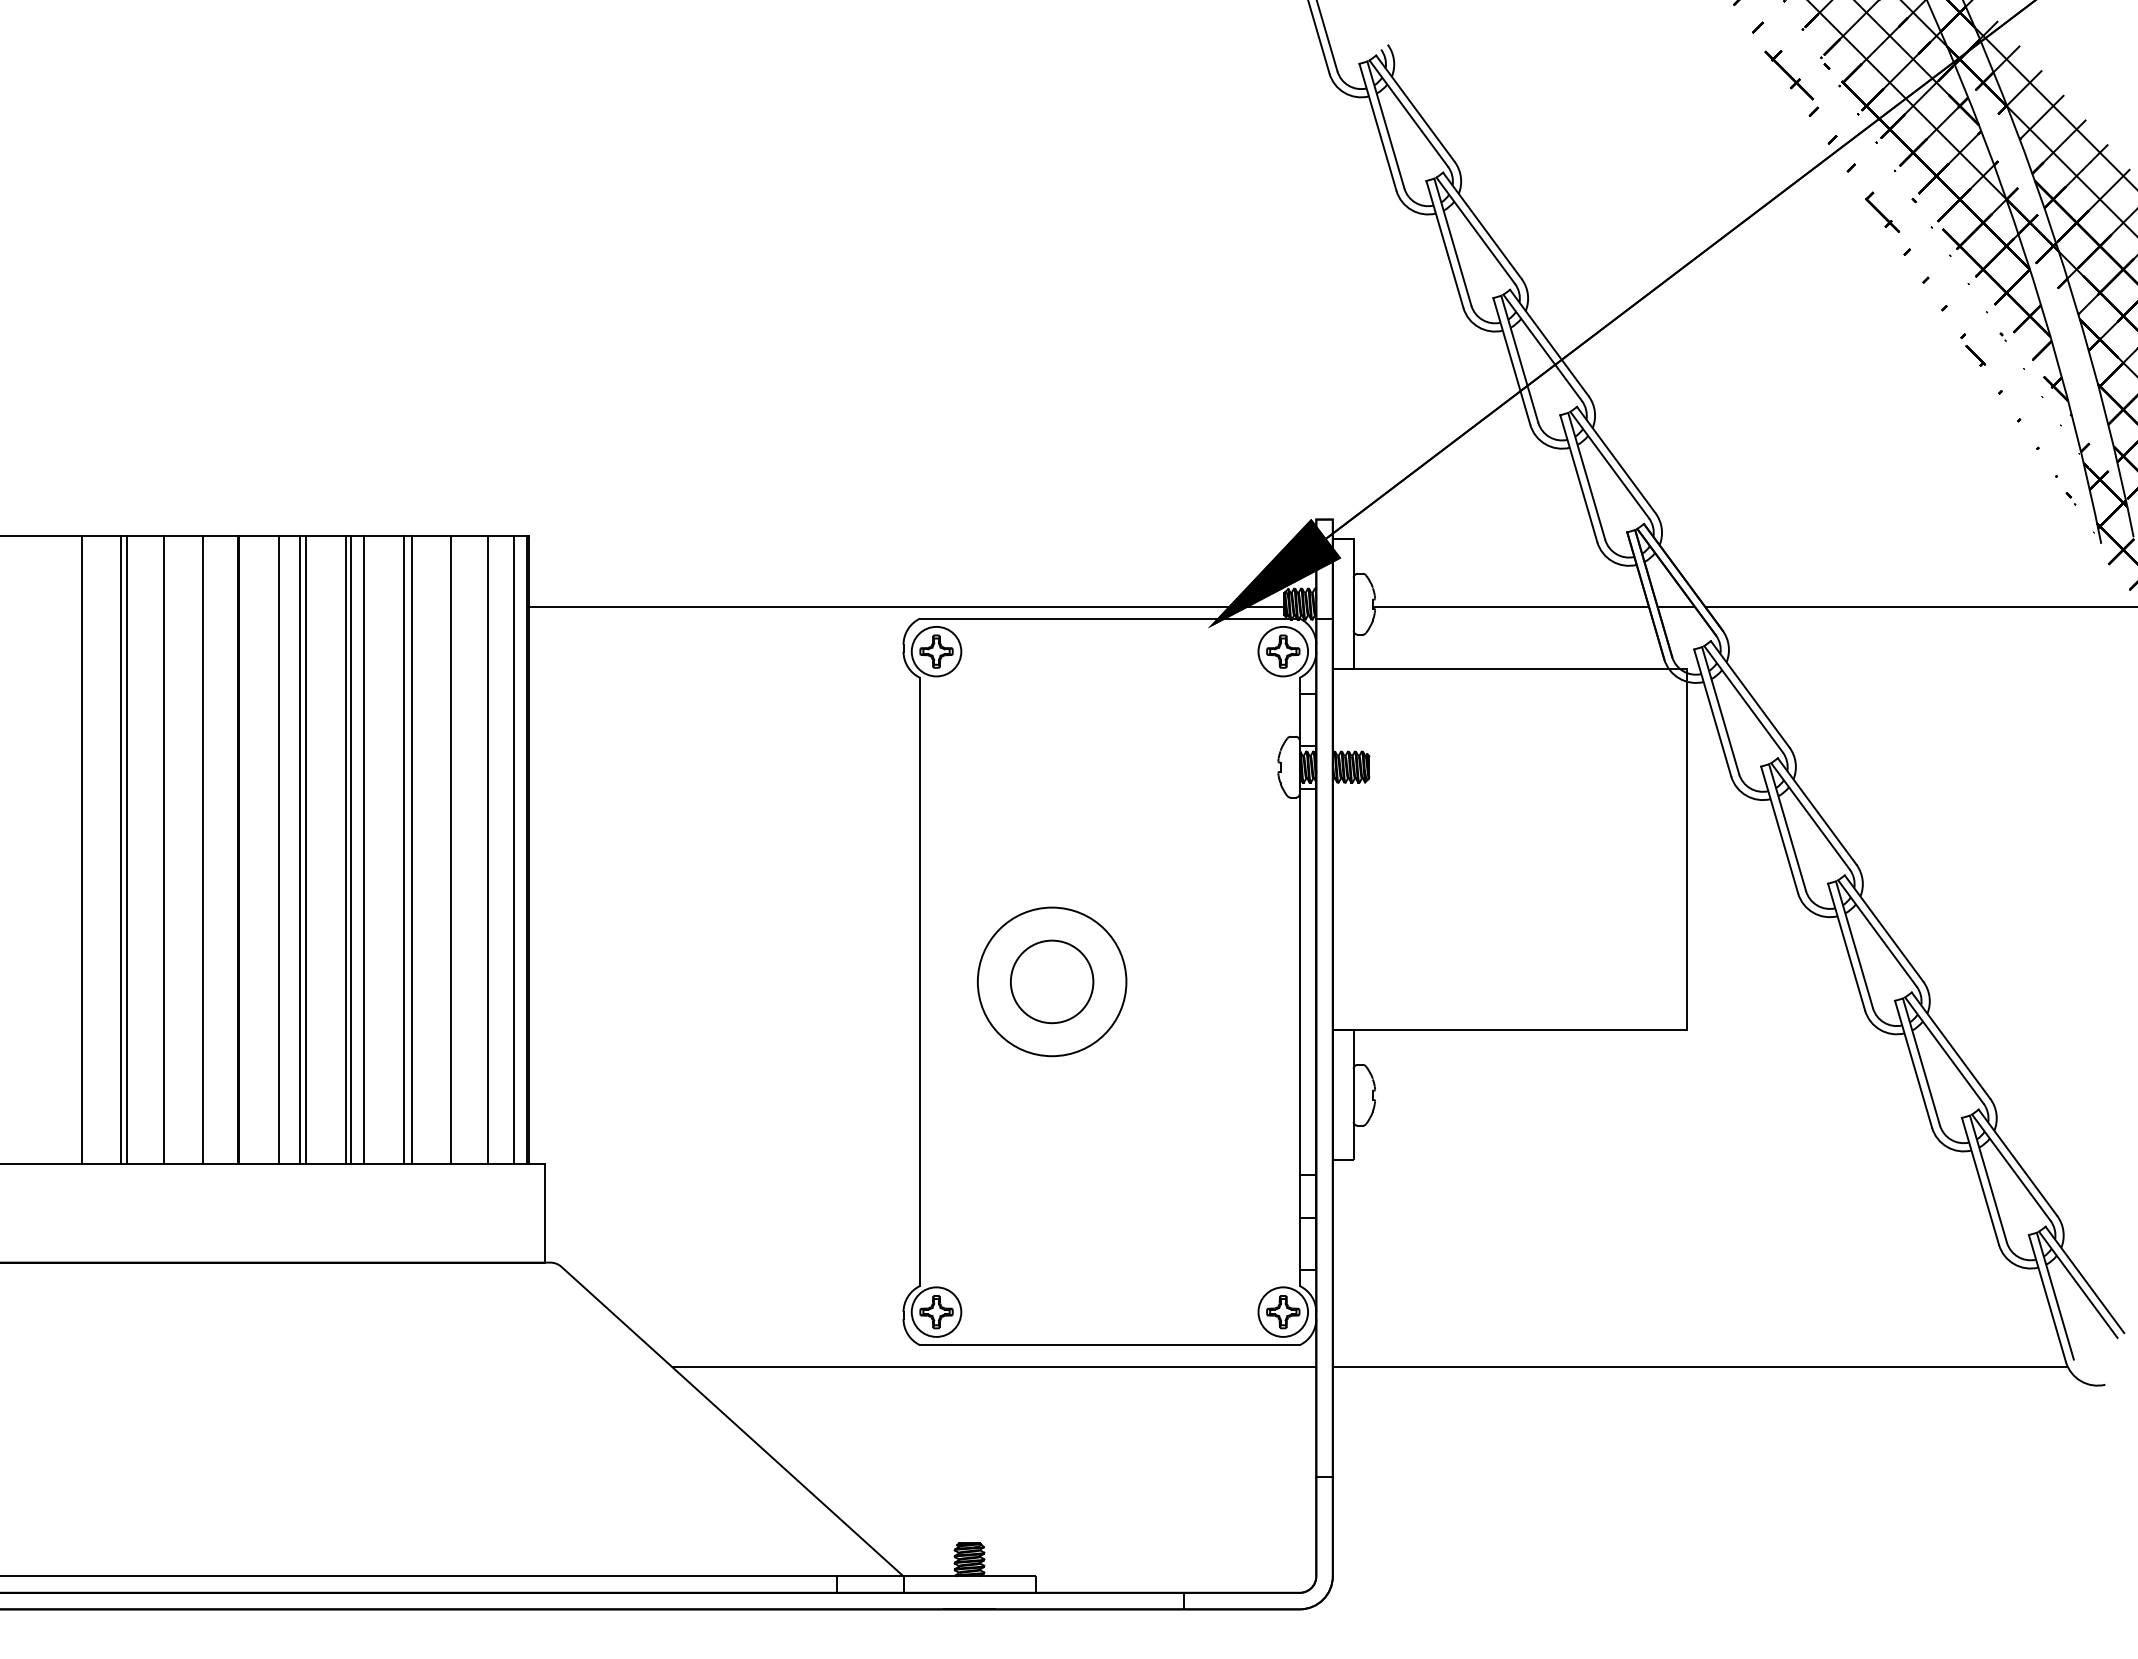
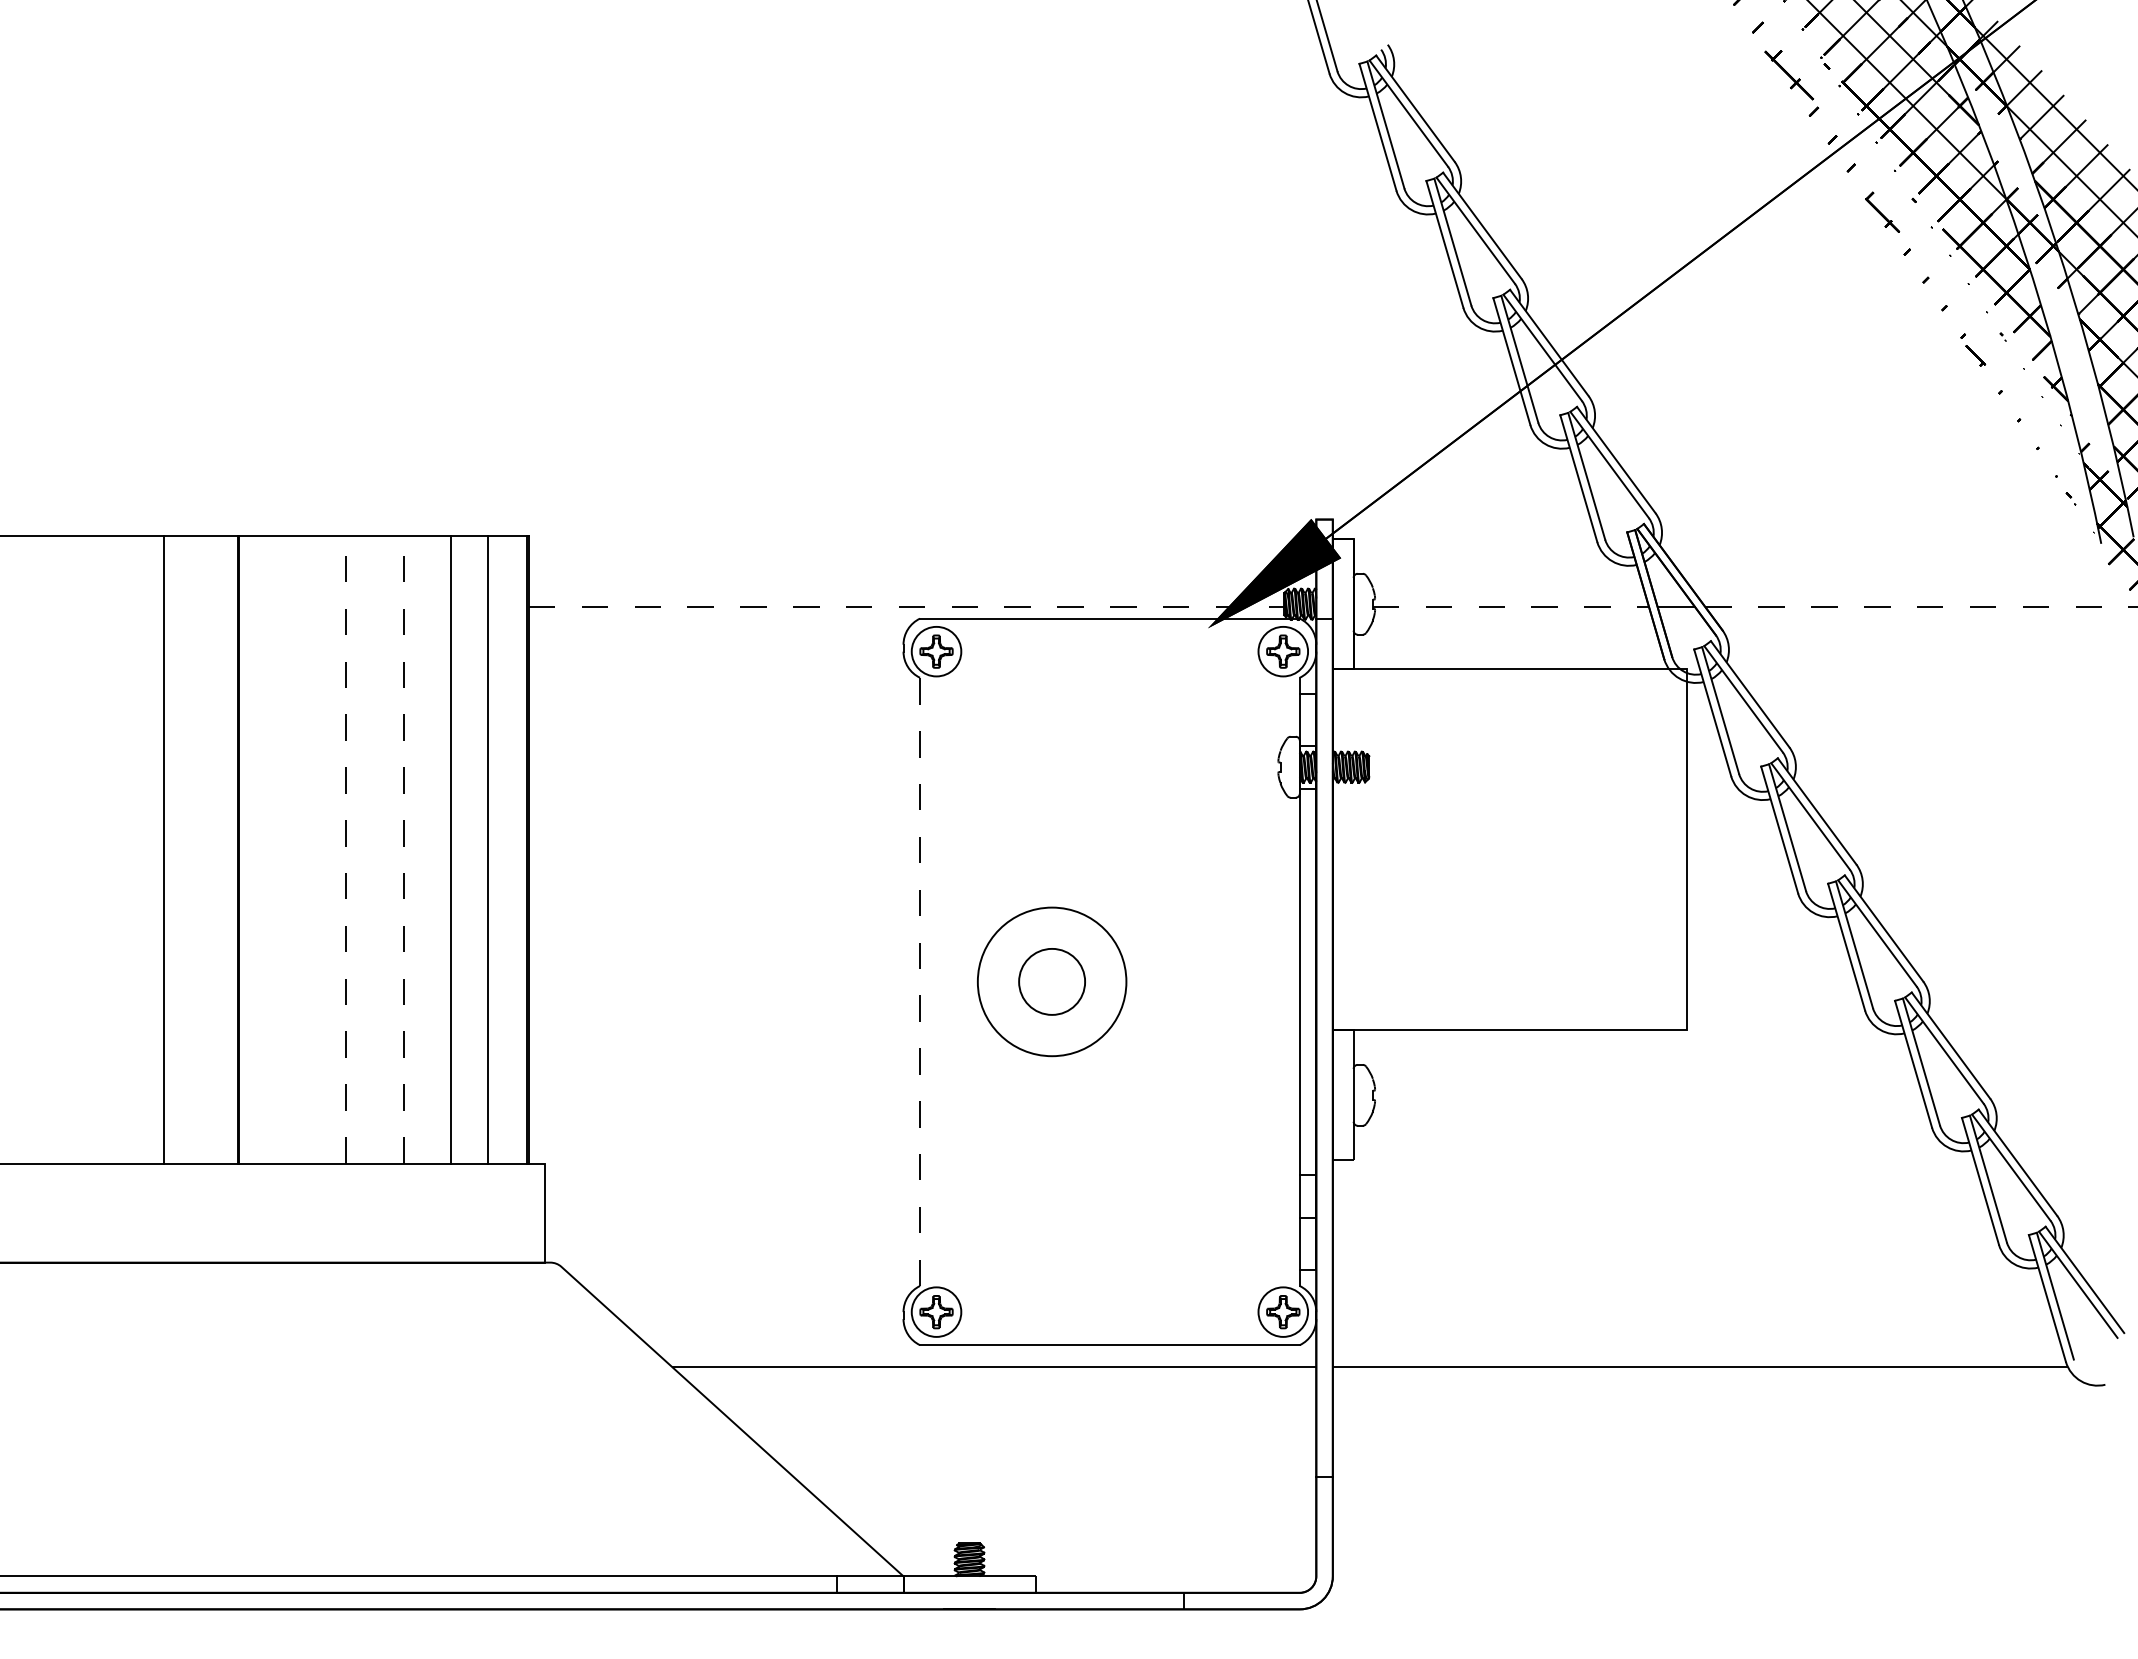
line at (906, 607): solid -> dashed
line at (1511, 607): solid -> dashed
line at (1921, 607): solid -> dashed
line at (81, 849): present -> none
line at (121, 849): present -> none
line at (126, 849): present -> none
line at (203, 849): present -> none
line at (278, 849): present -> none
line at (300, 849): present -> none
line at (305, 849): present -> none
line at (345, 849): solid -> dashed
line at (350, 849): present -> none
line at (363, 849): present -> none
line at (403, 849): solid -> dashed
line at (411, 849): present -> none
line at (513, 849): present -> none
line at (920, 981): solid -> dashed
circle at (1051, 981) diameter: 83 px -> 66 px
